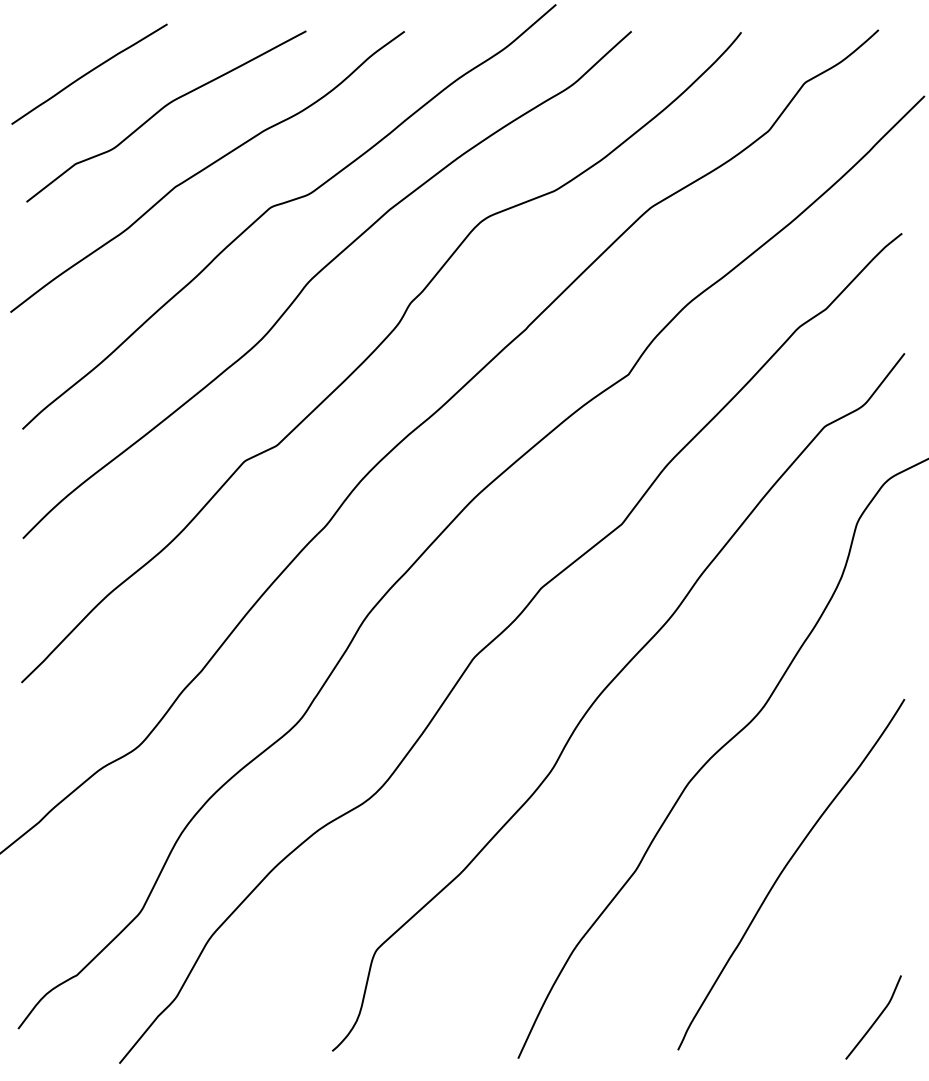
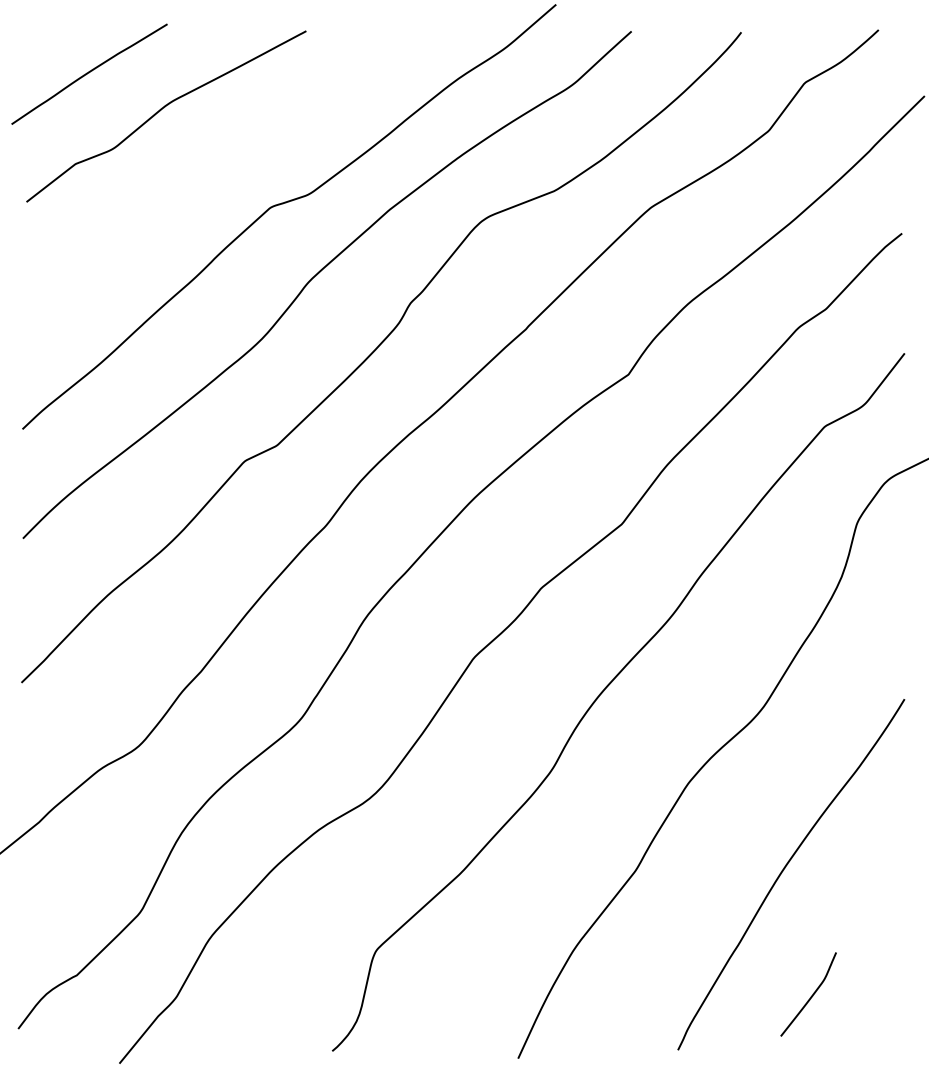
curve at (205, 169): present -> none
curve at (875, 1019) position: (875, 1019) -> (810, 996)
